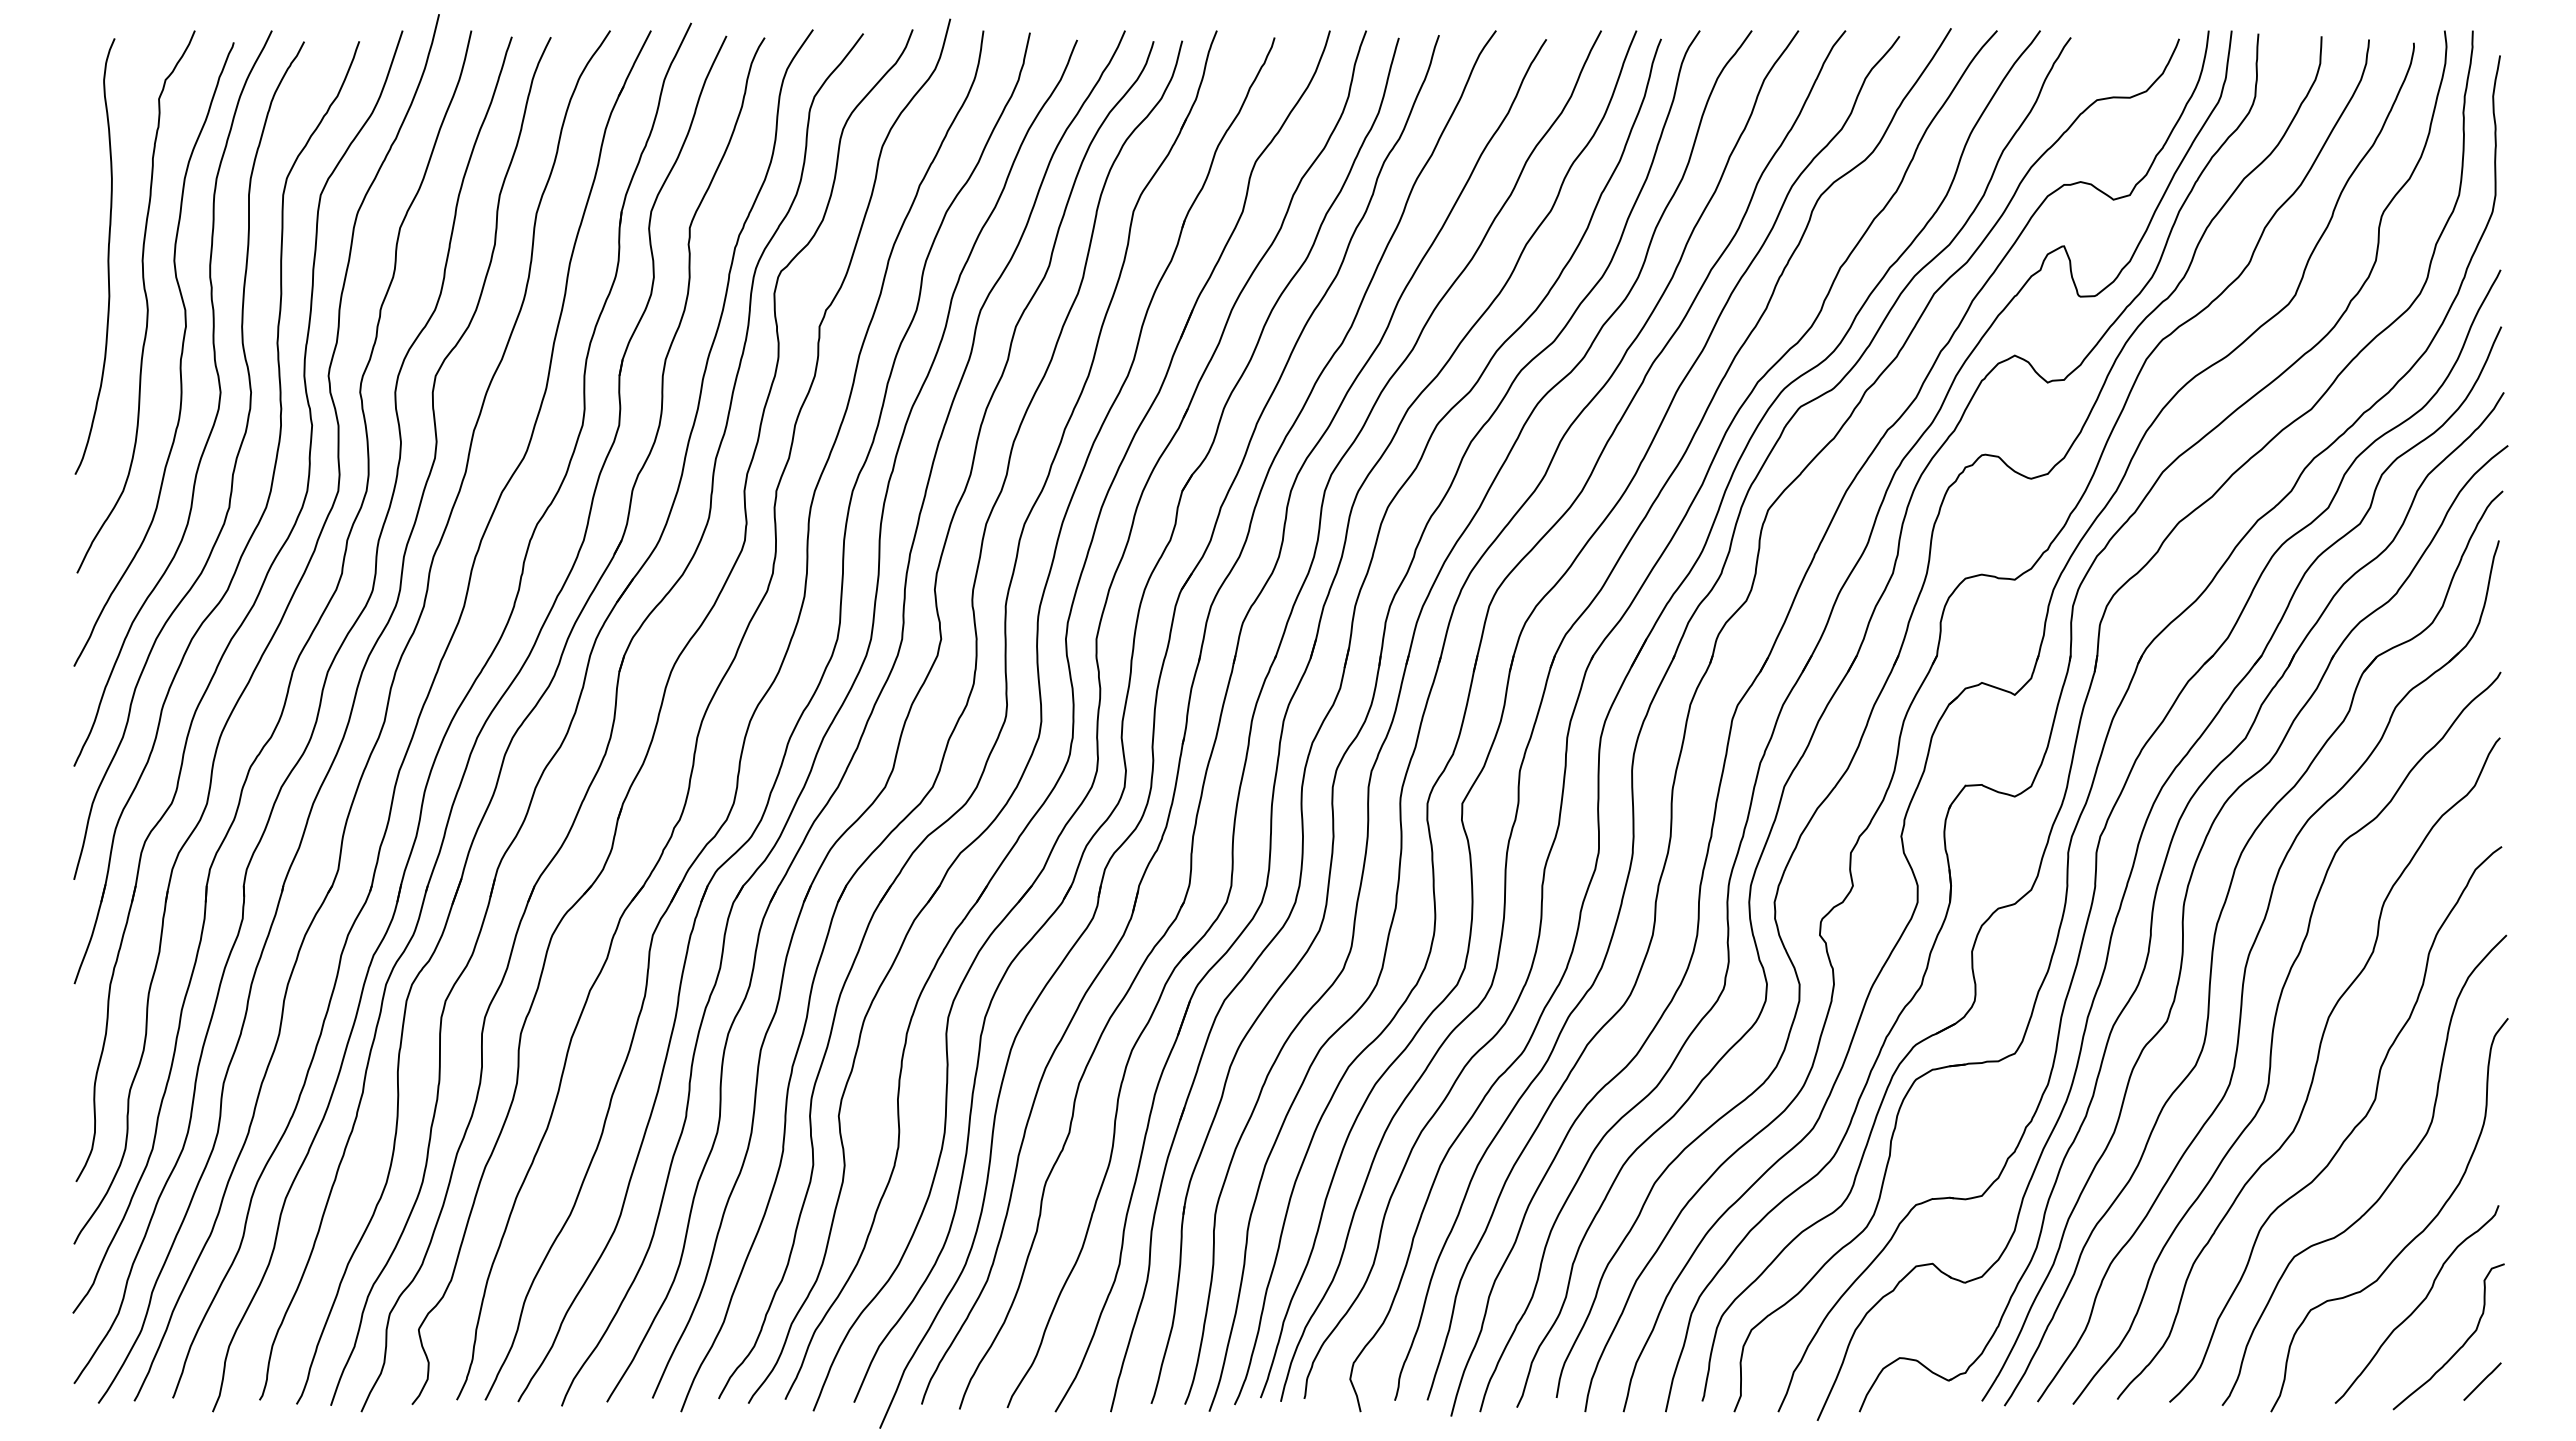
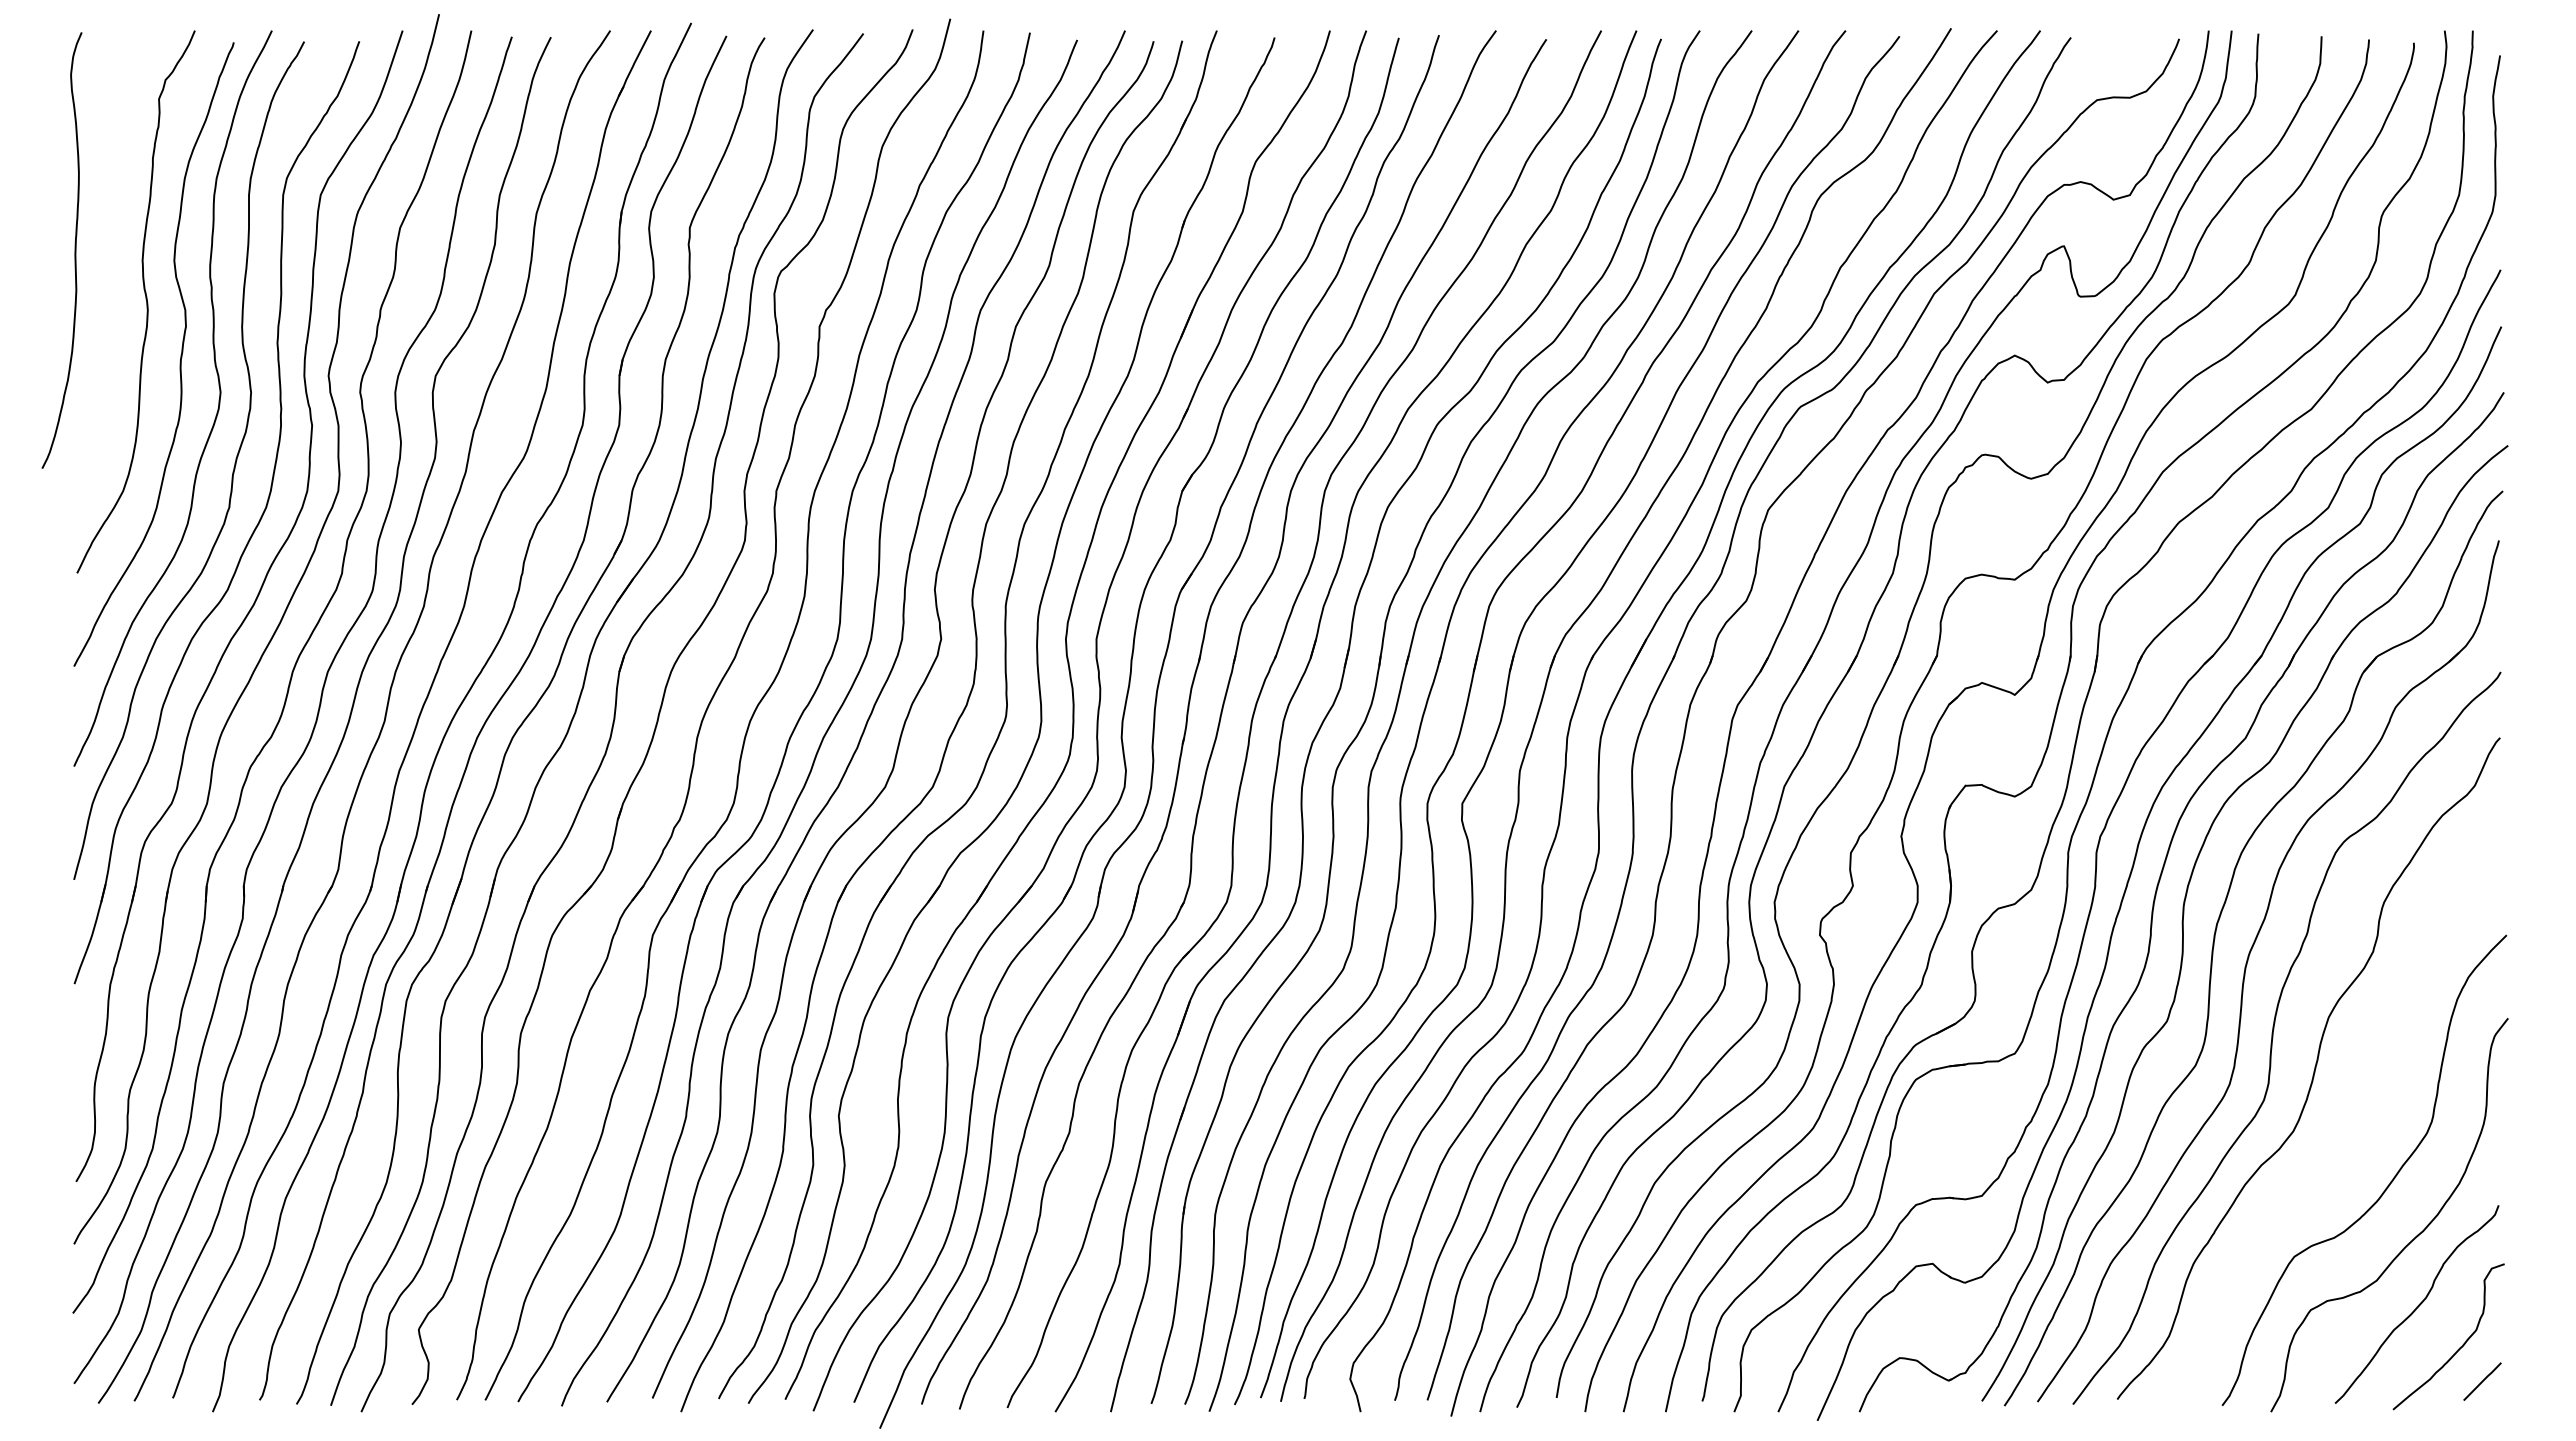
curve at (107, 256) position: (107, 256) -> (74, 250)
curve at (2347, 1135): present -> none
